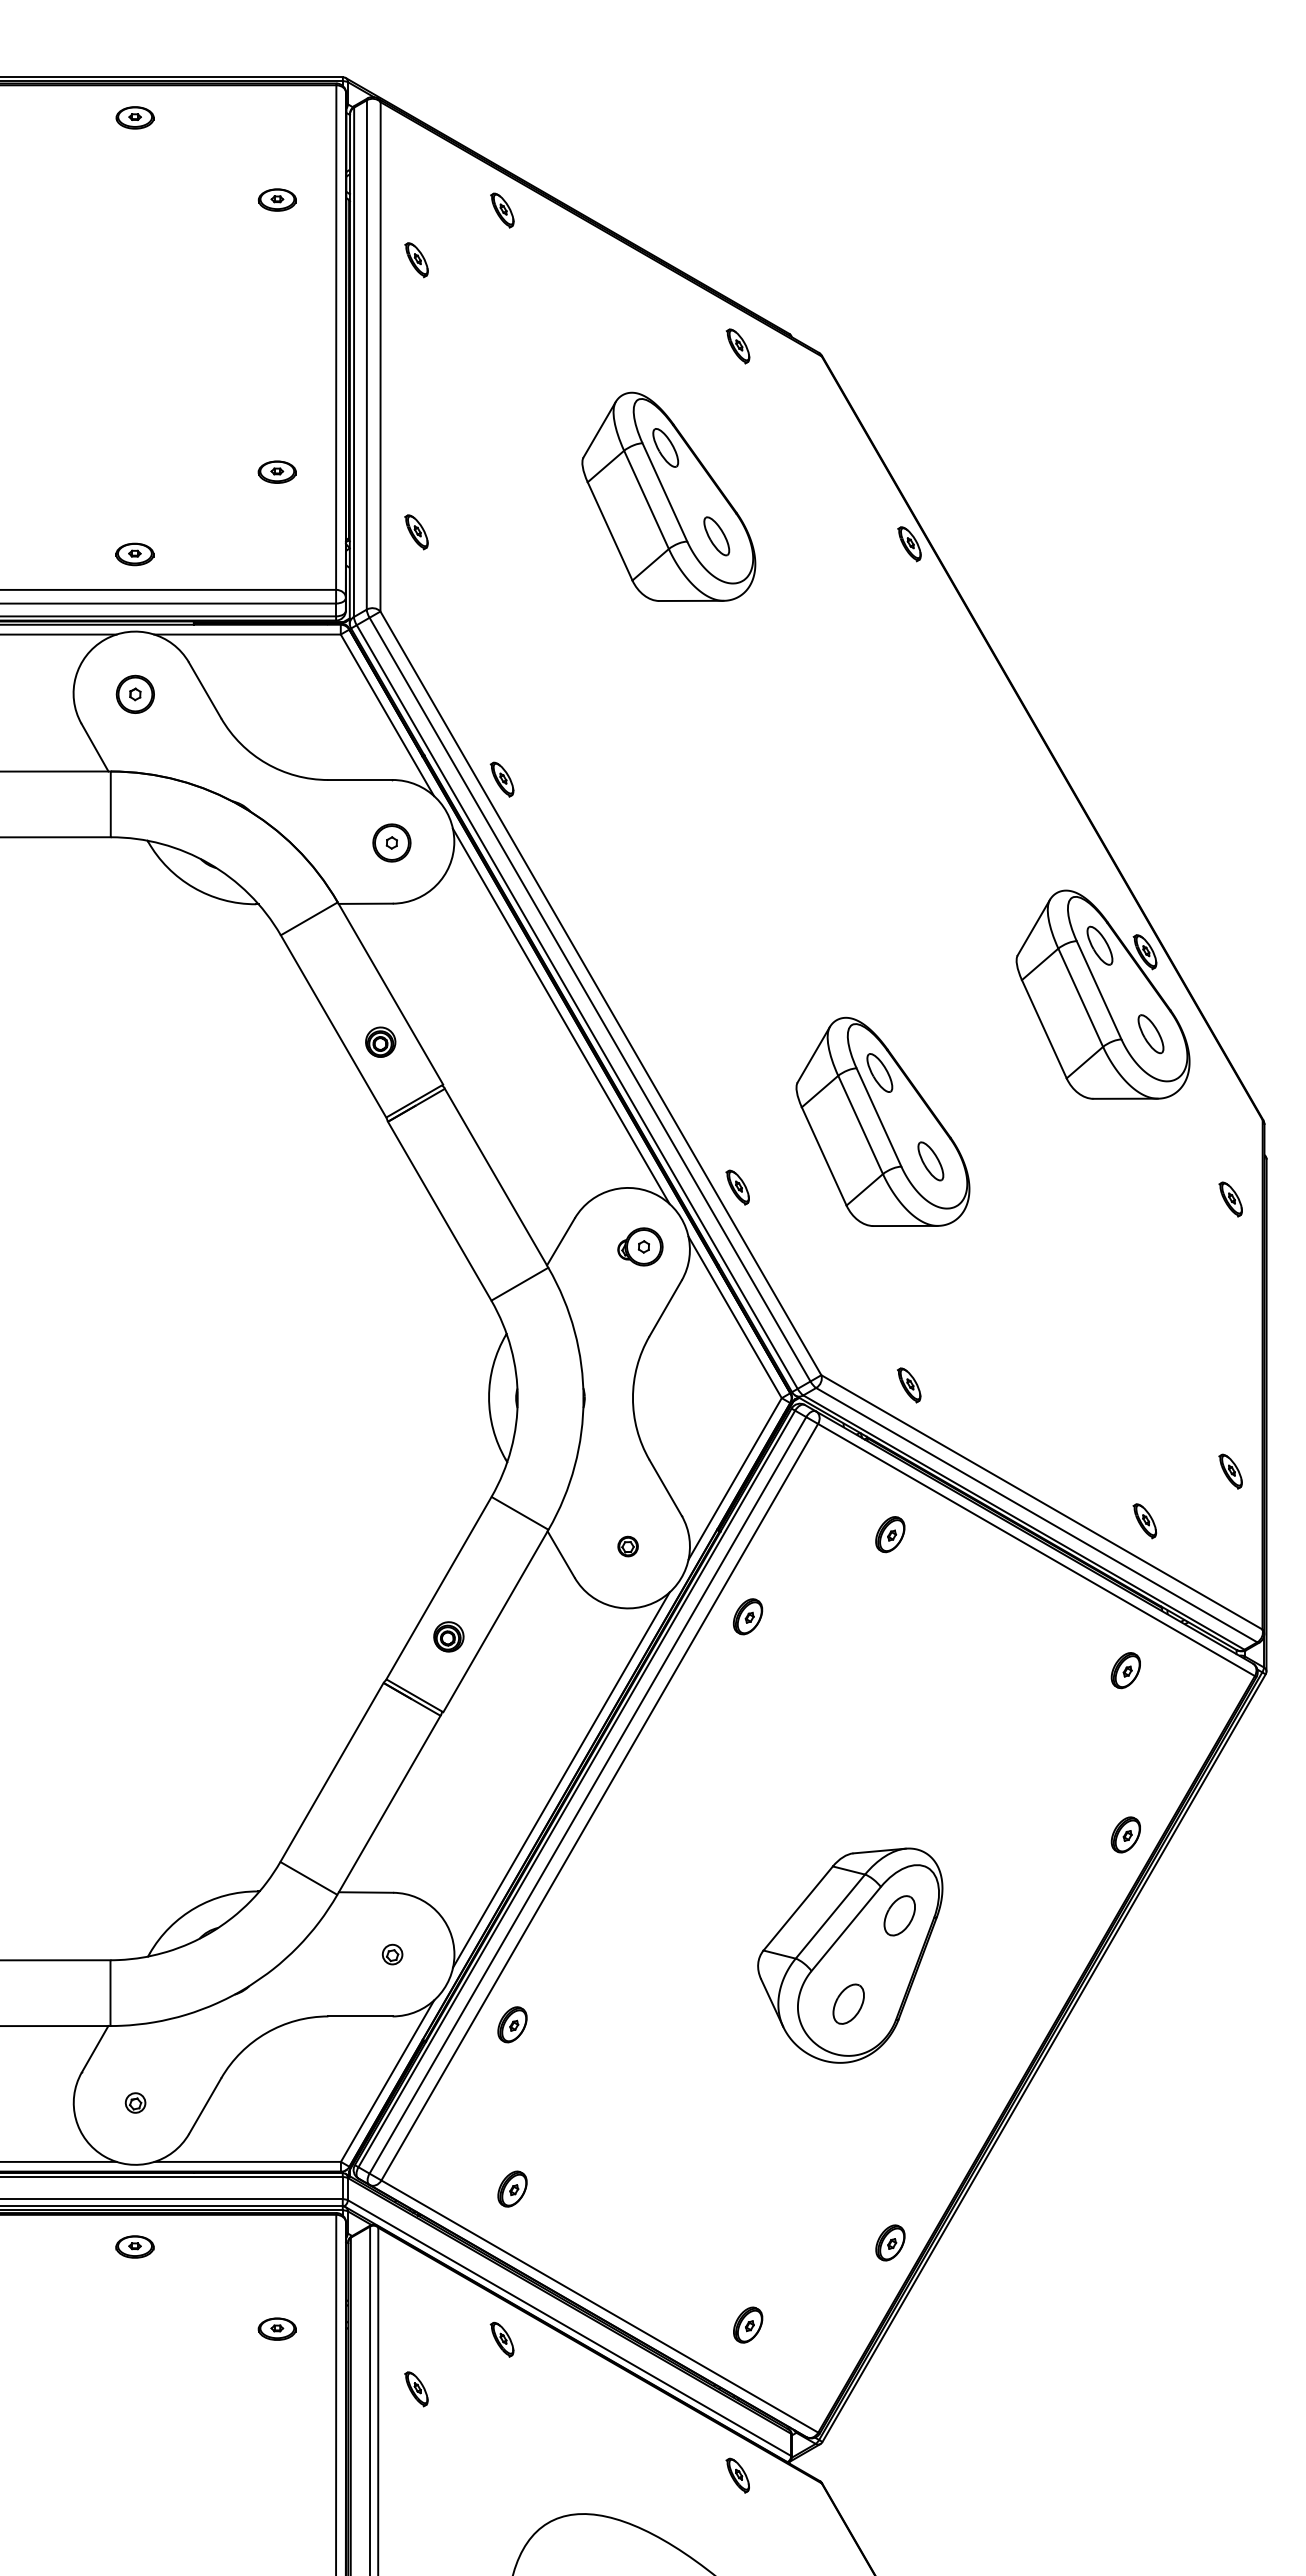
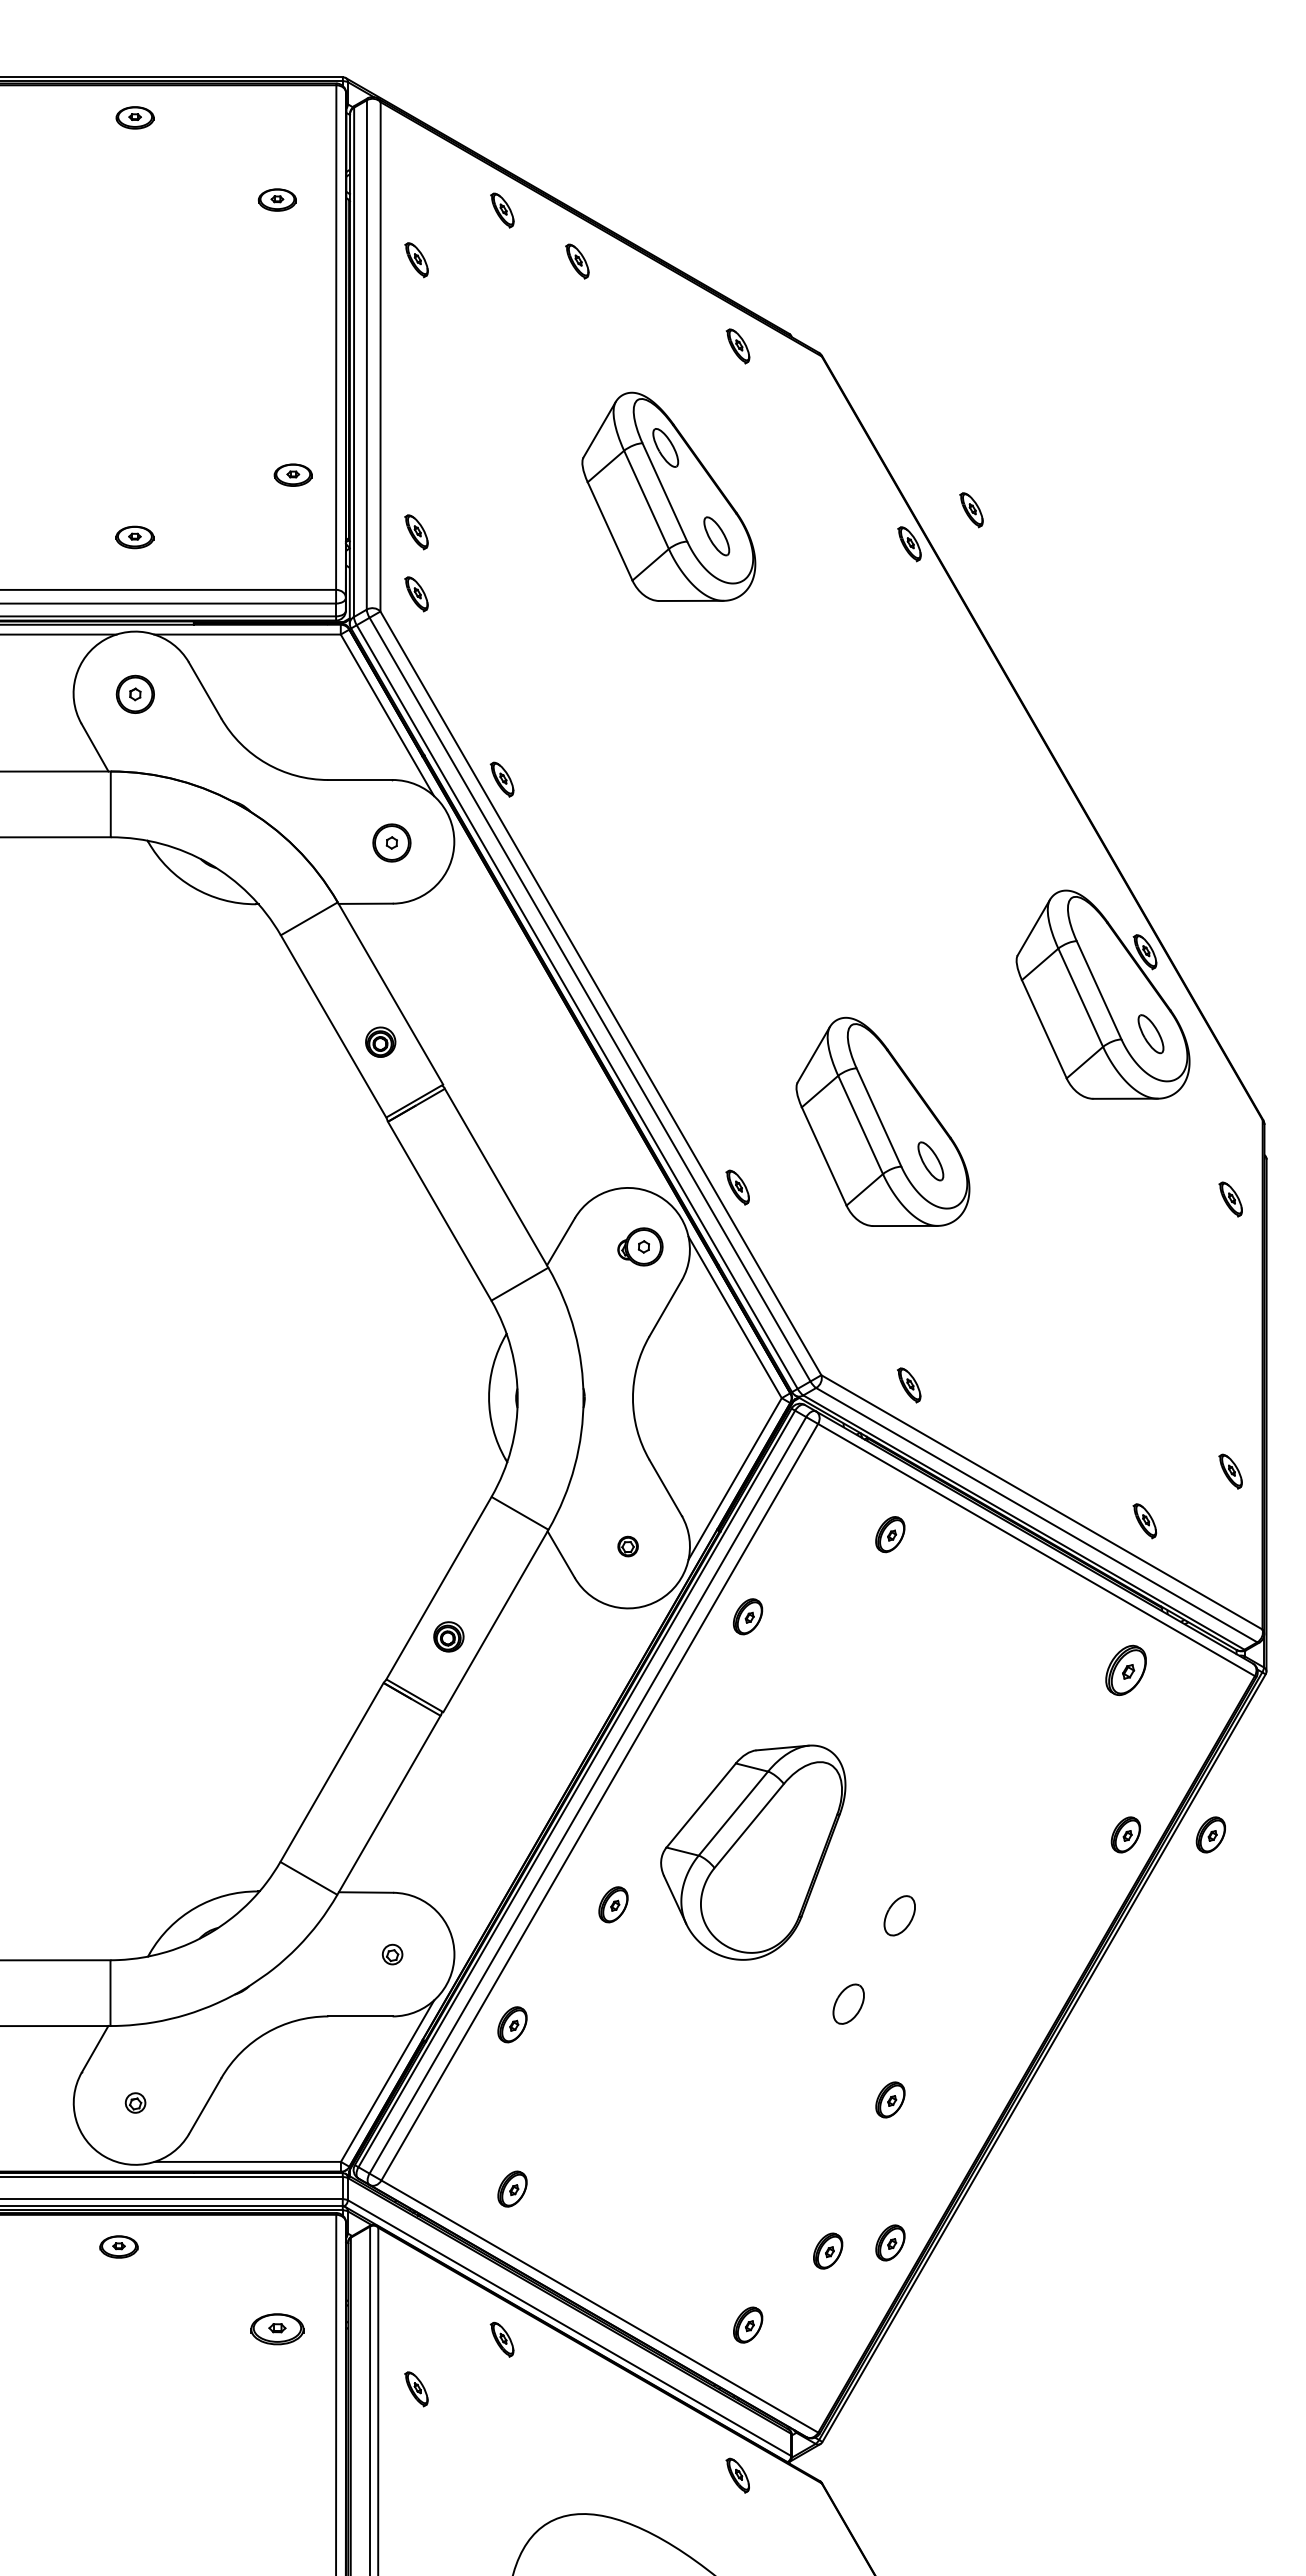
part at (577, 261): none -> present
part at (276, 471) position: (276, 471) -> (292, 474)
part at (971, 510): none -> present
part at (134, 554) position: (134, 554) -> (134, 537)
part at (416, 594): none -> present
part at (1099, 945): present -> none
line at (560, 1016): present -> none
part at (879, 1072): present -> none
part at (1125, 1670) size: 31x38 px -> 42x52 px
line at (561, 1779): present -> none
part at (1210, 1834): none -> present
part at (613, 1904): none -> present
part at (850, 1955) position: (850, 1955) -> (753, 1852)
part at (890, 2099): none -> present
line at (59, 2161): present -> none
part at (134, 2246) position: (134, 2246) -> (118, 2246)
part at (828, 2250): none -> present
part at (276, 2328) size: 40x24 px -> 55x33 px
